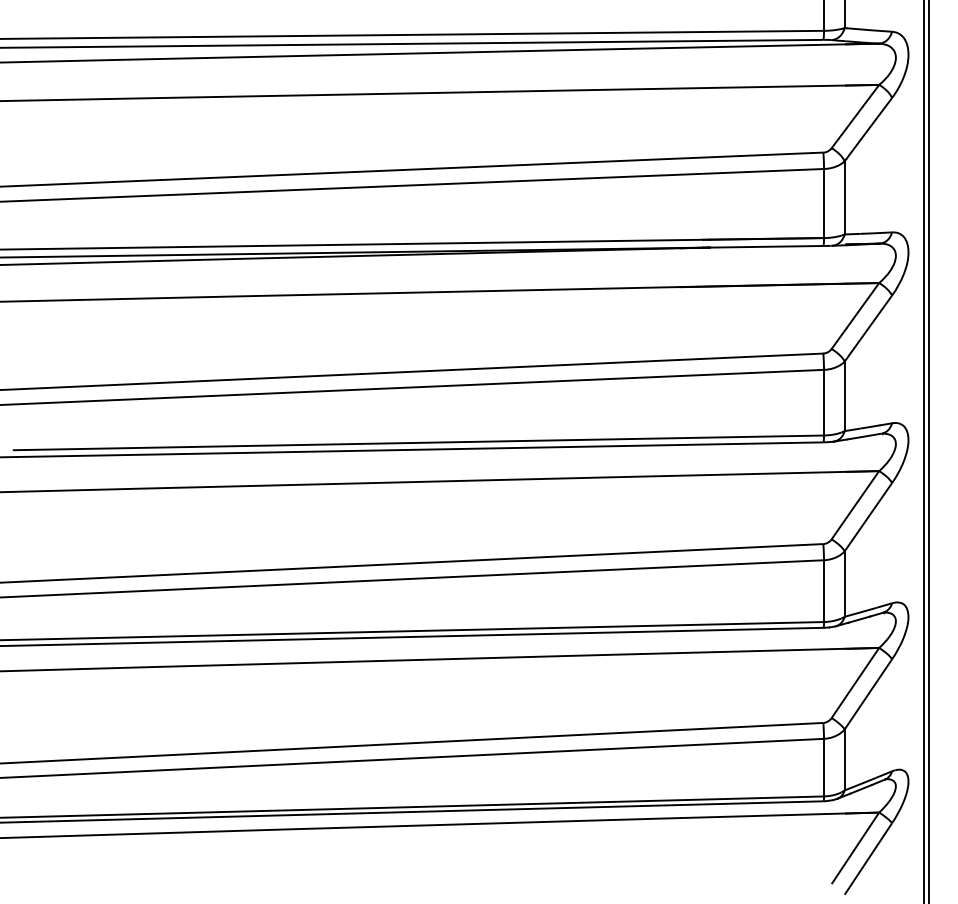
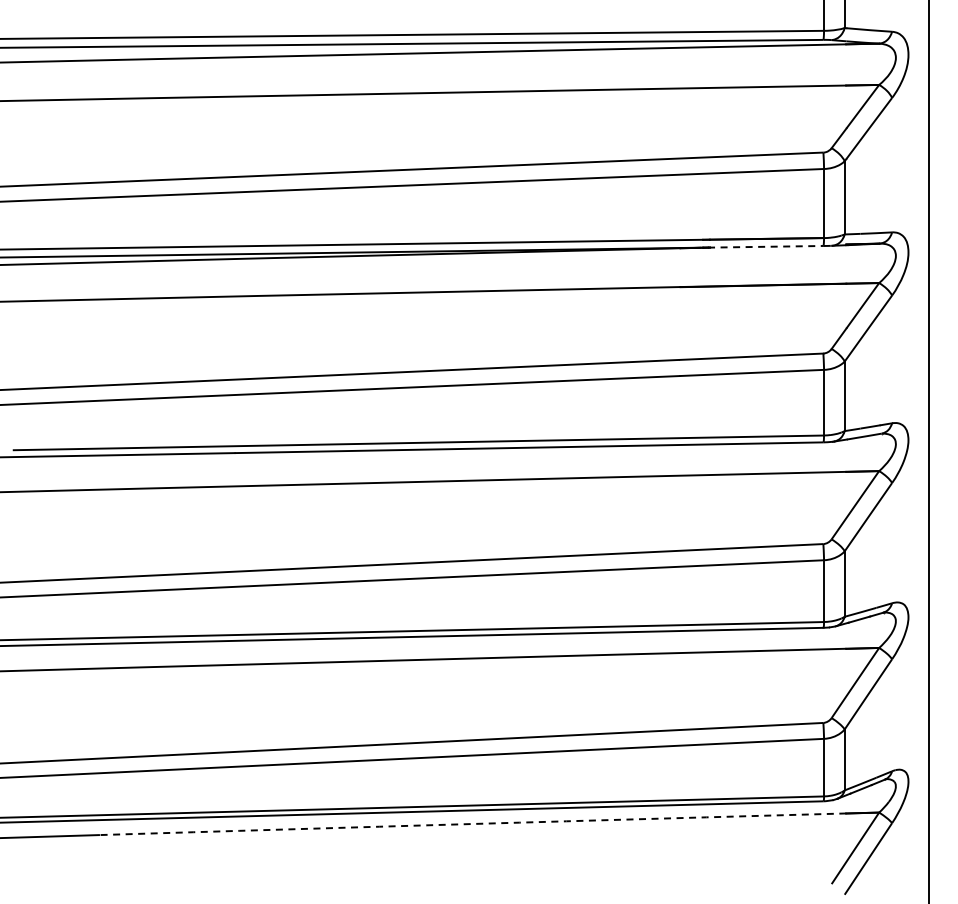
line at (765, 246): solid -> dashed
line at (923, 451): present -> none
arc at (473, 823): solid -> dashed
